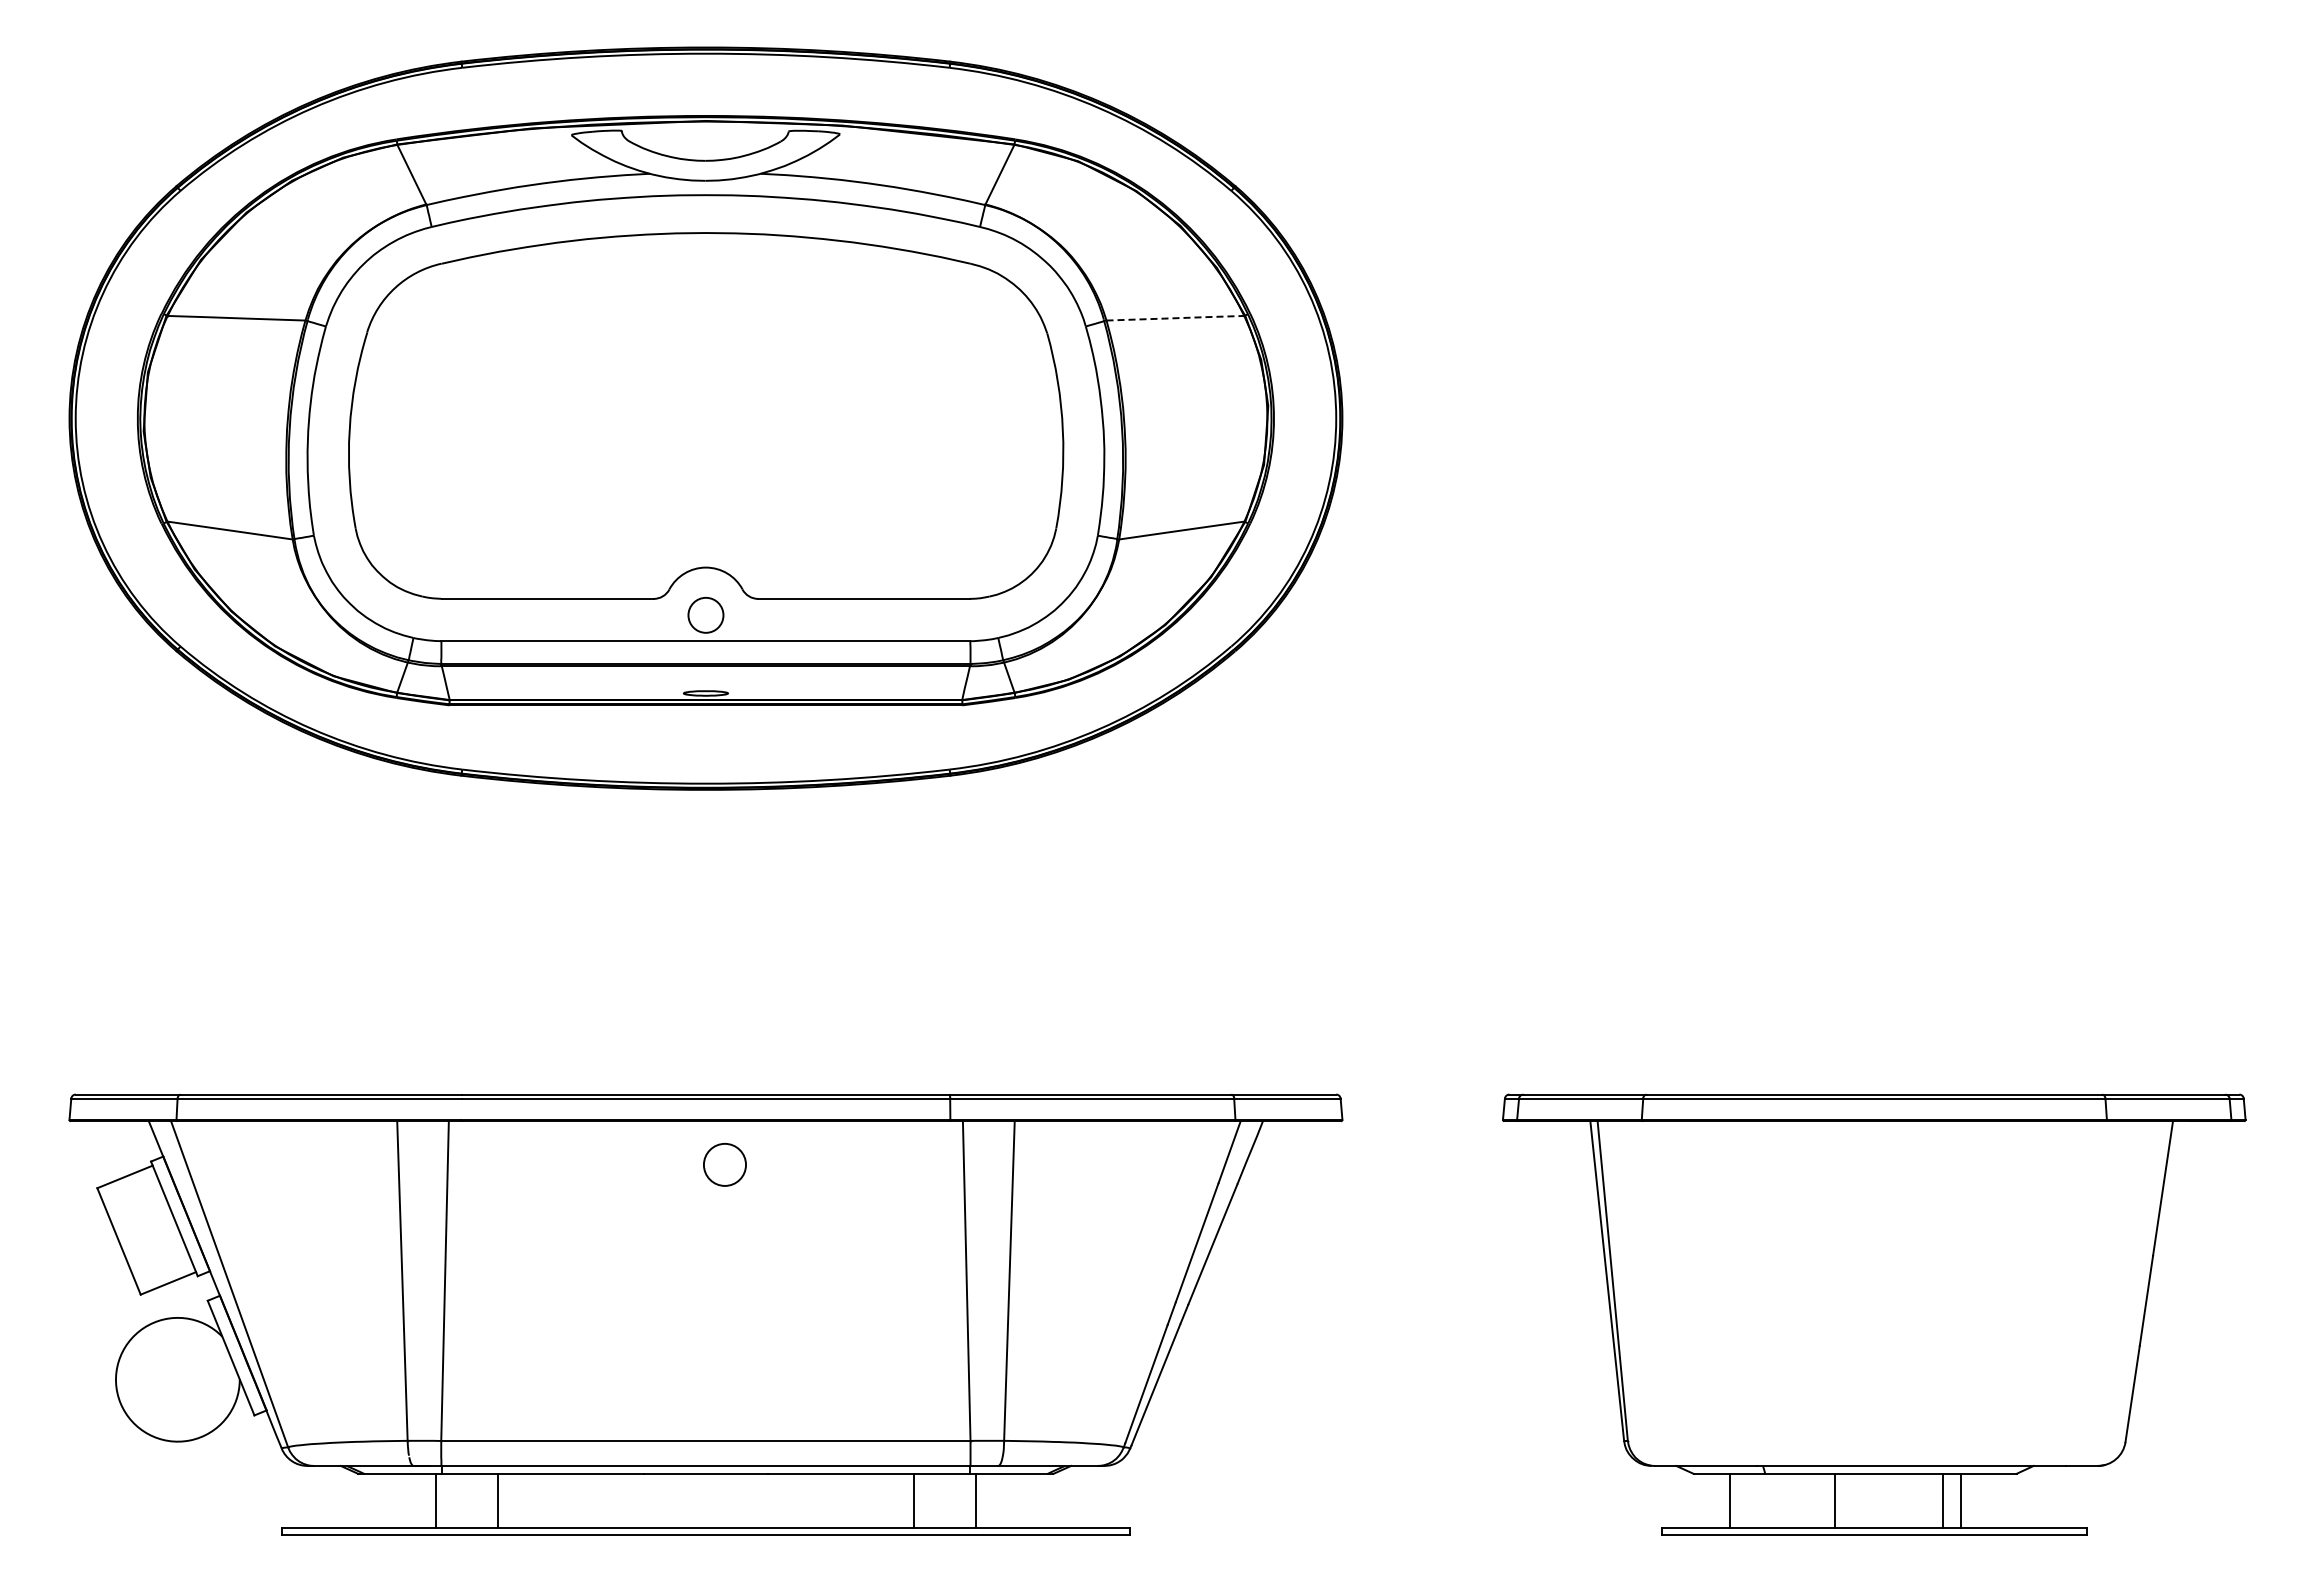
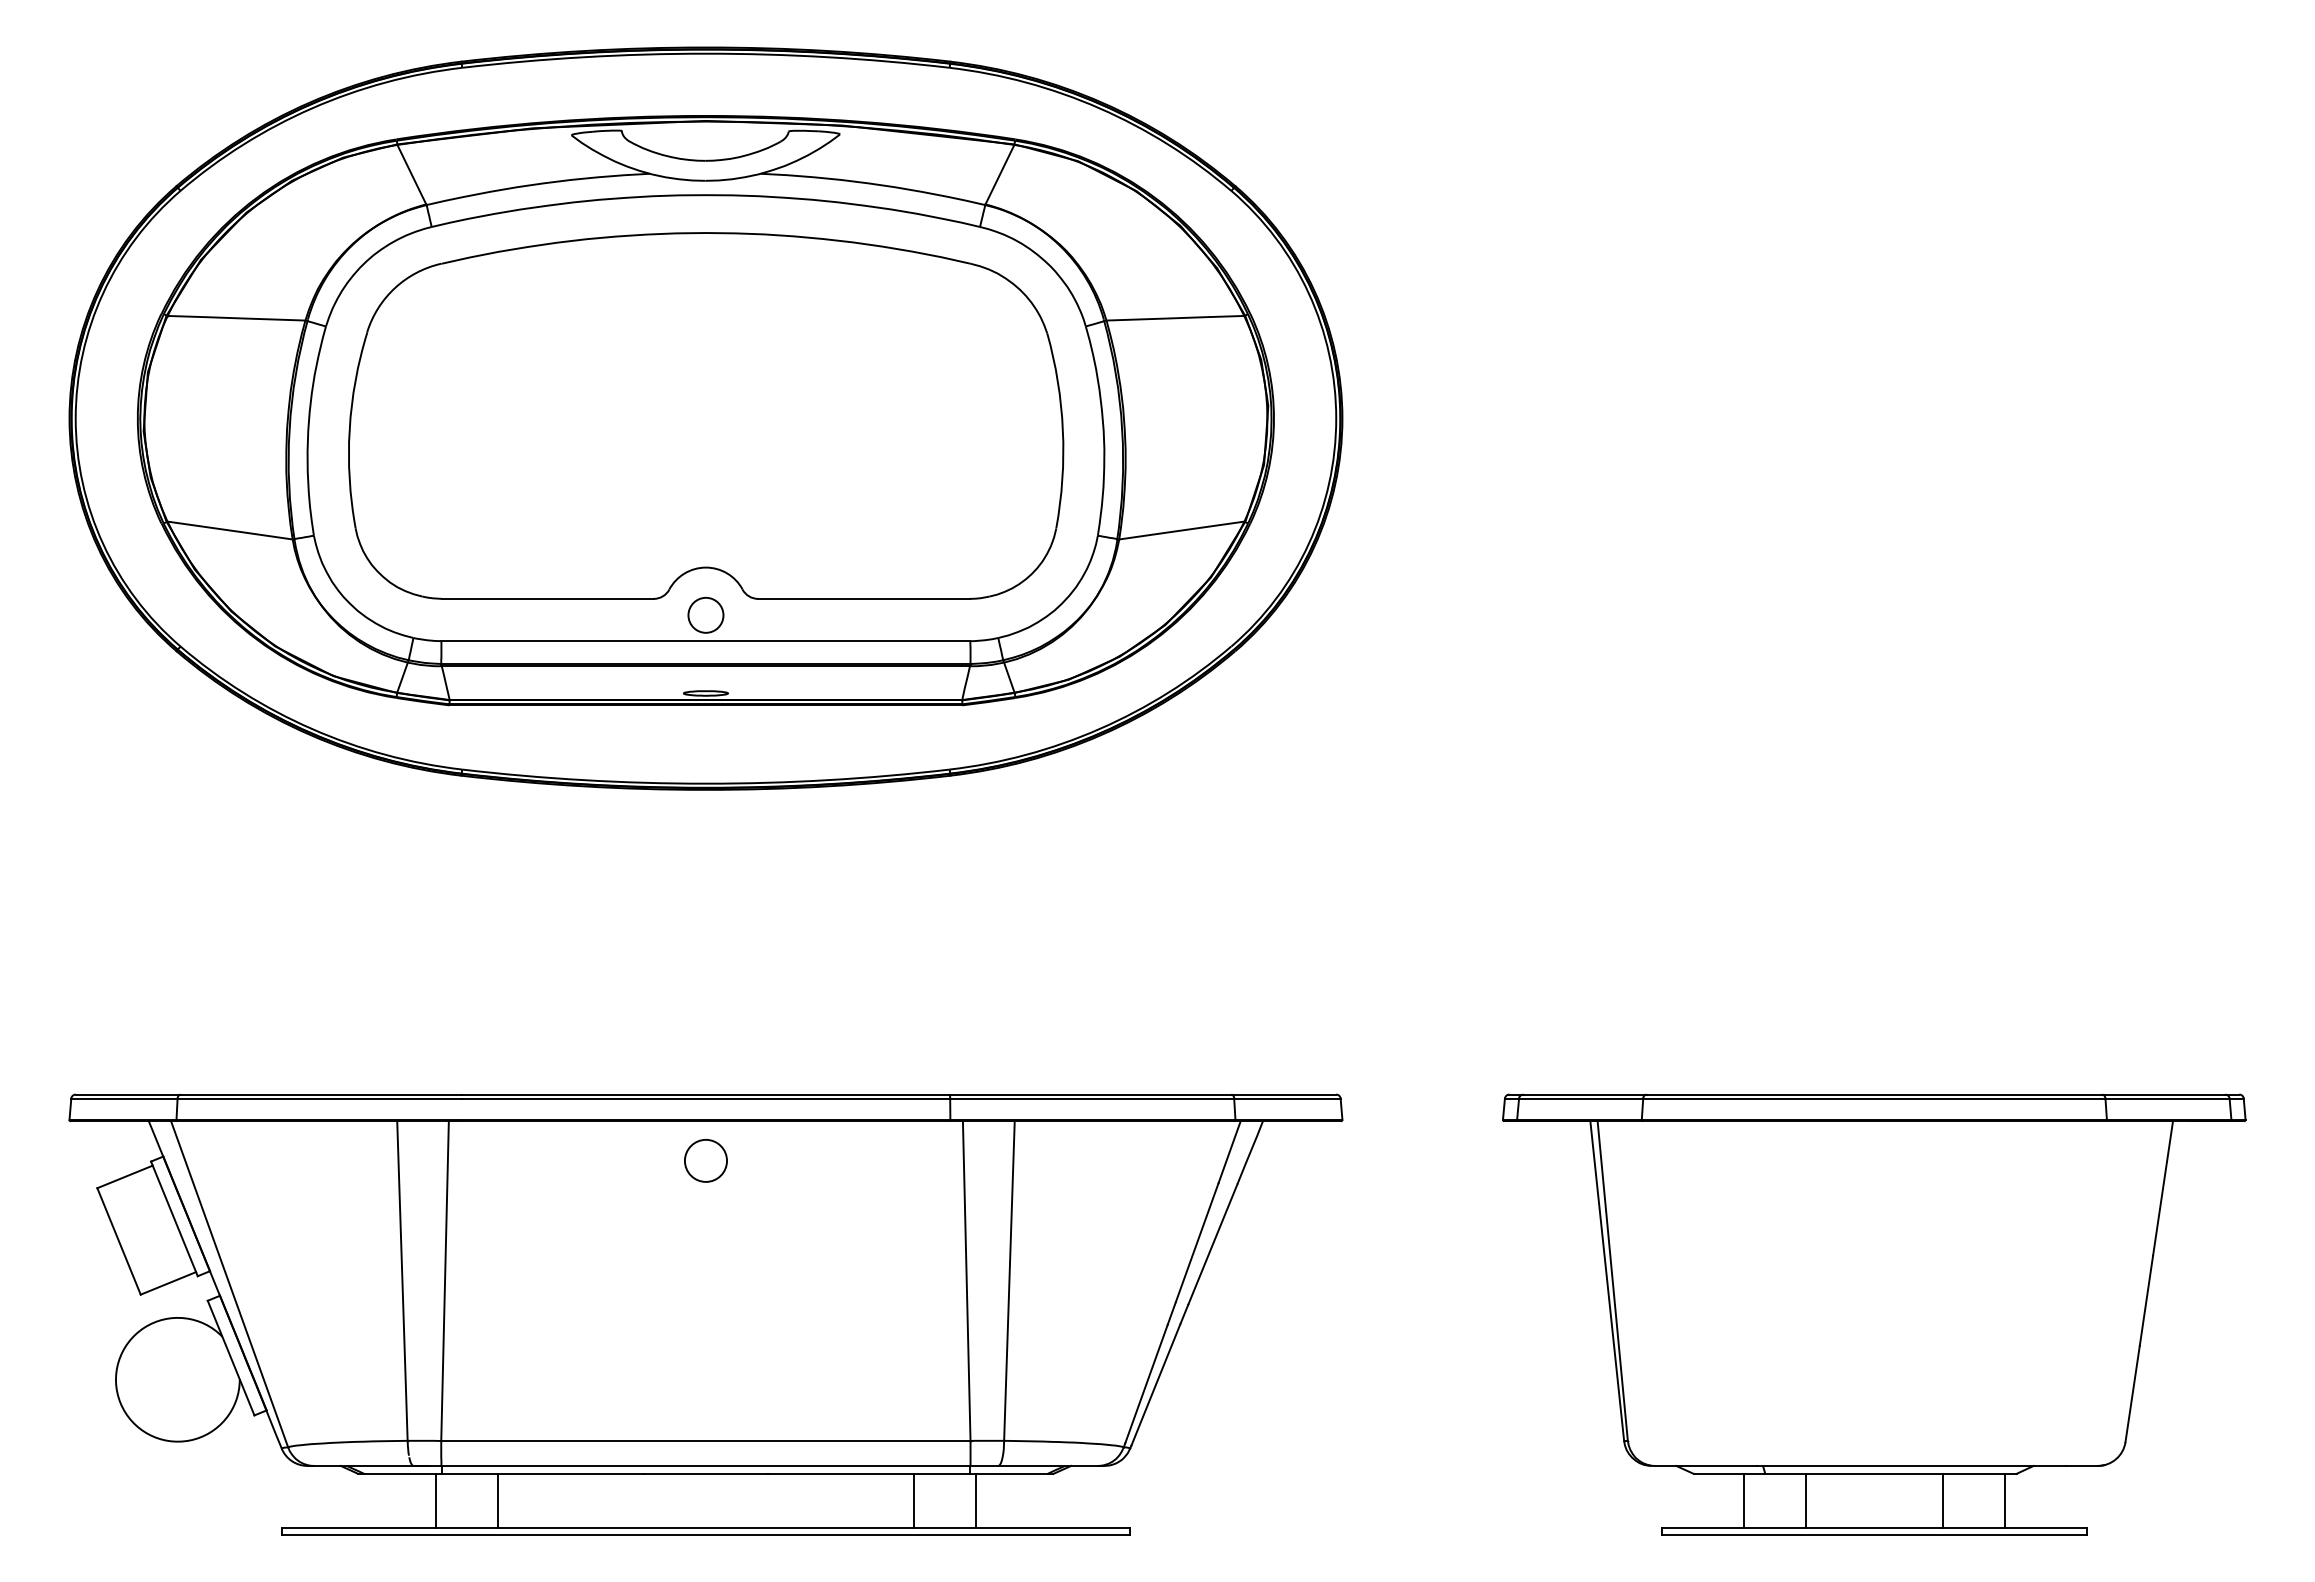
line at (1175, 318): dashed -> solid
circle at (724, 1164) position: (724, 1164) -> (705, 1160)
line at (1730, 1500) position: (1730, 1500) -> (1744, 1500)
line at (1834, 1500) position: (1834, 1500) -> (1805, 1500)
line at (1960, 1500) position: (1960, 1500) -> (2004, 1500)
